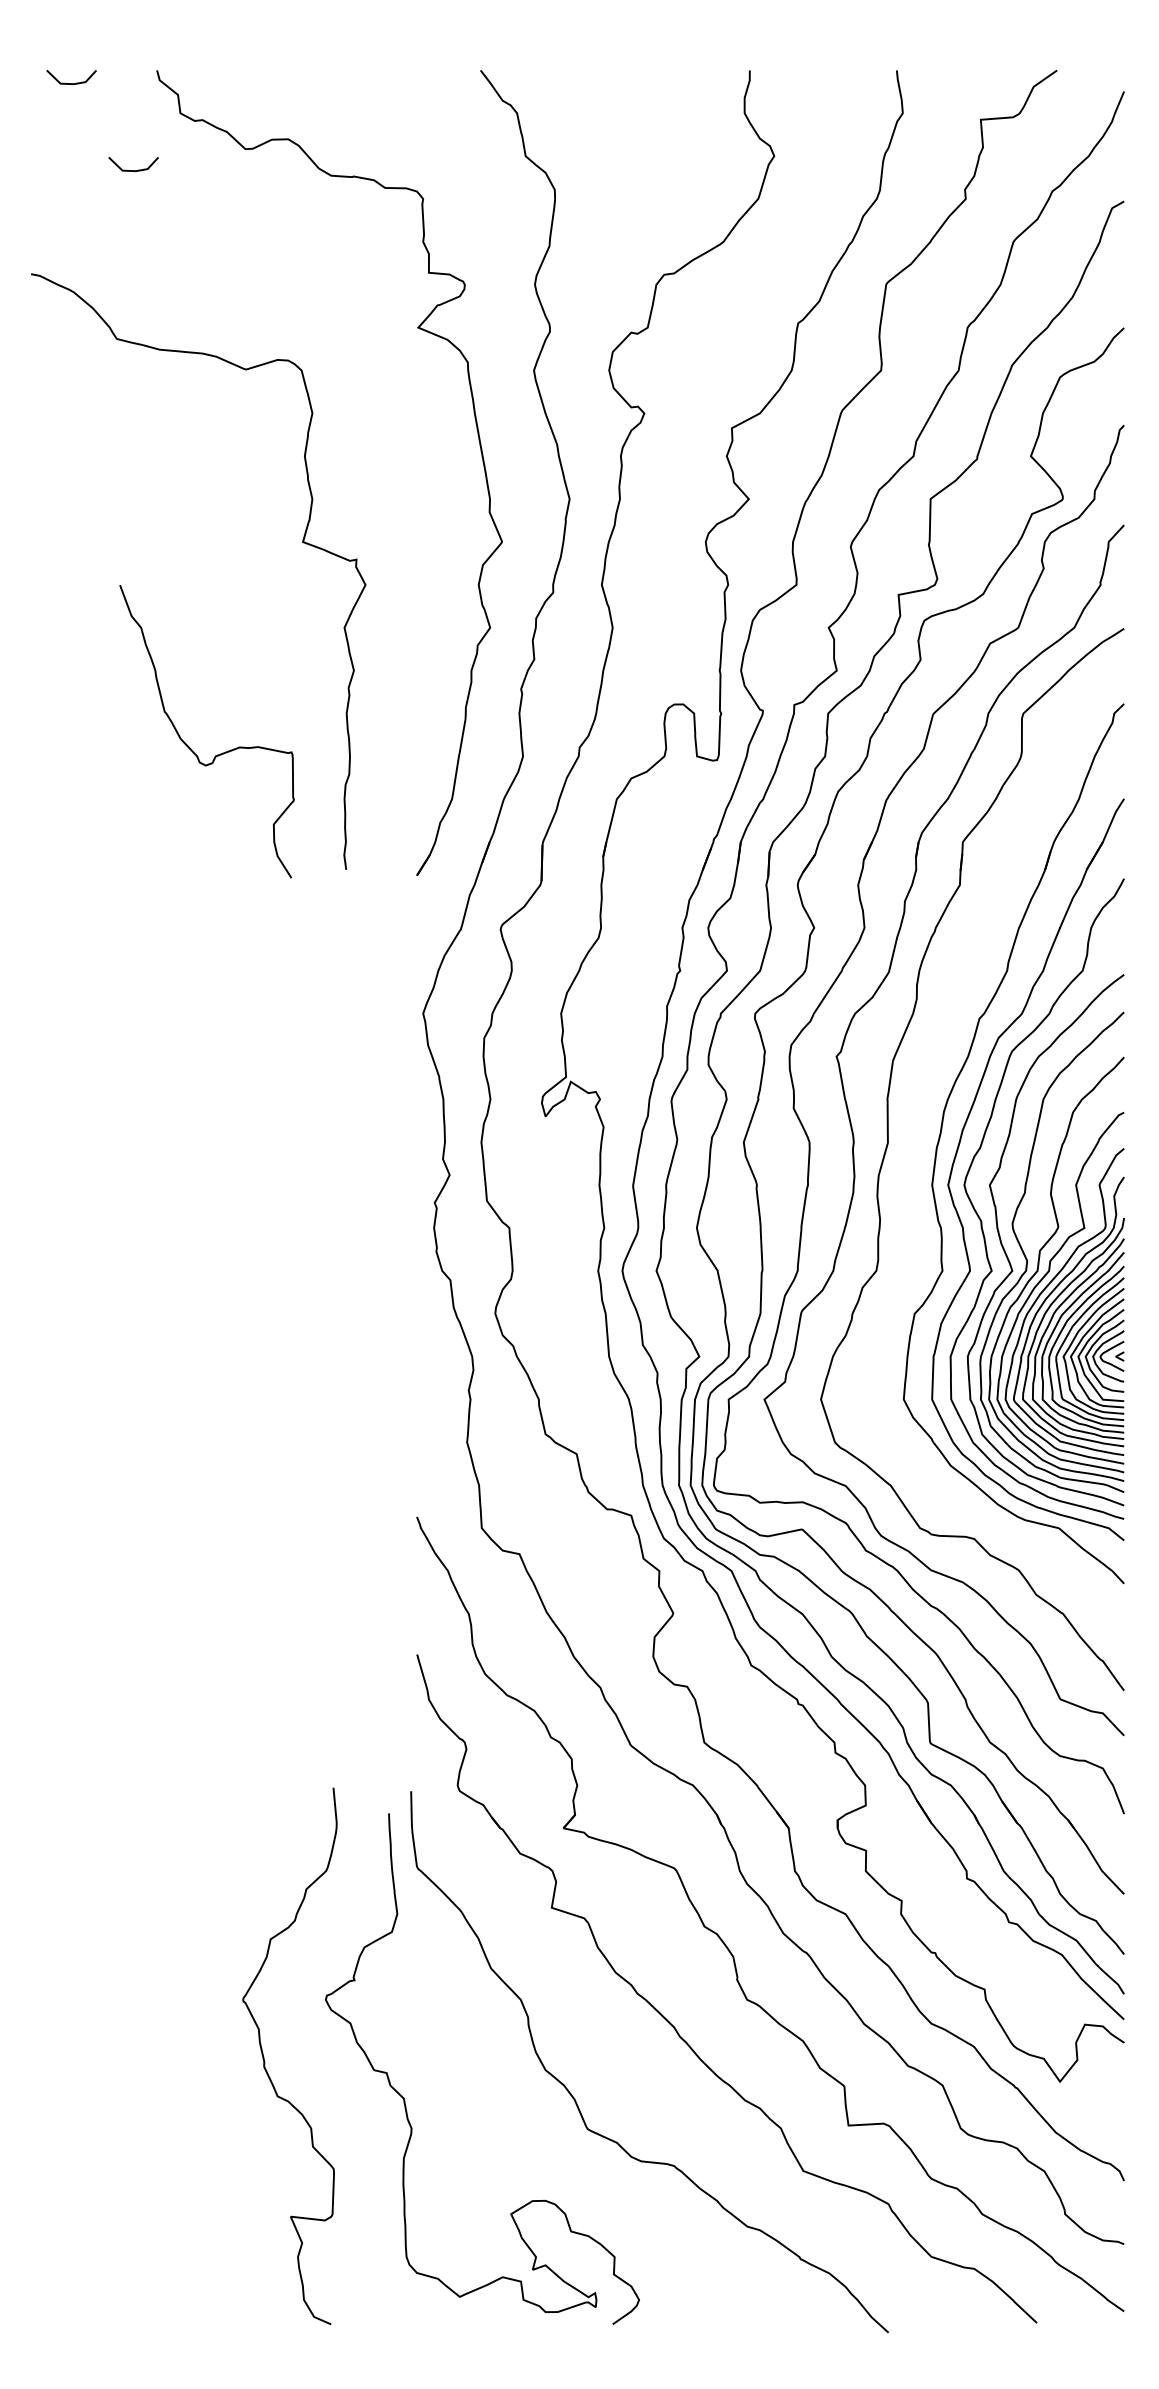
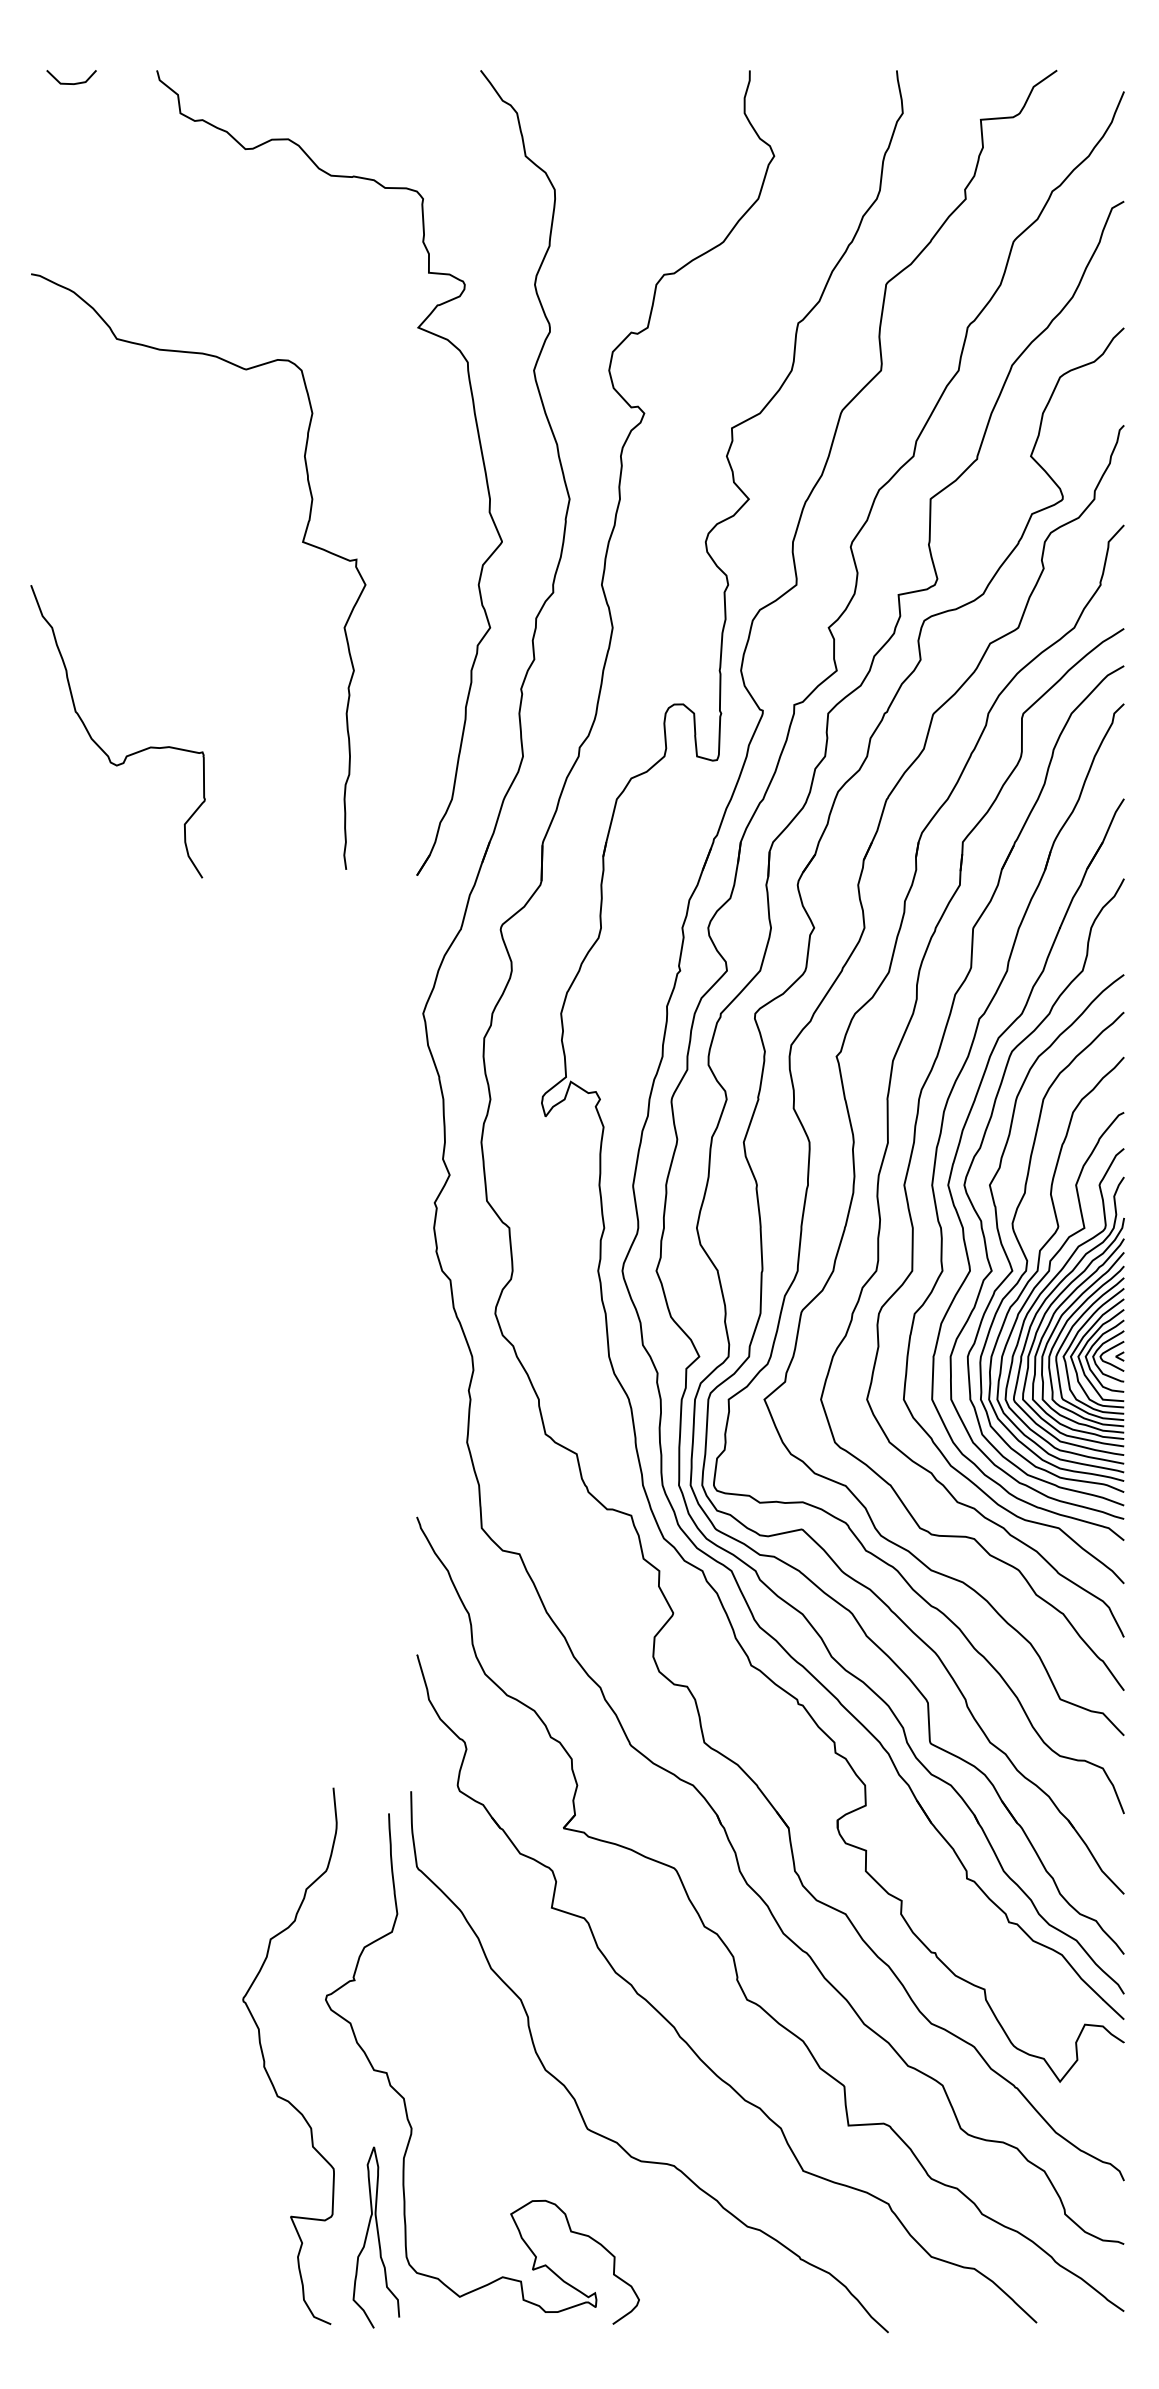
line at (133, 170): present -> none
curve at (190, 747) position: (190, 747) -> (101, 747)
part at (915, 1140): none -> present
curve at (377, 2237): none -> present
